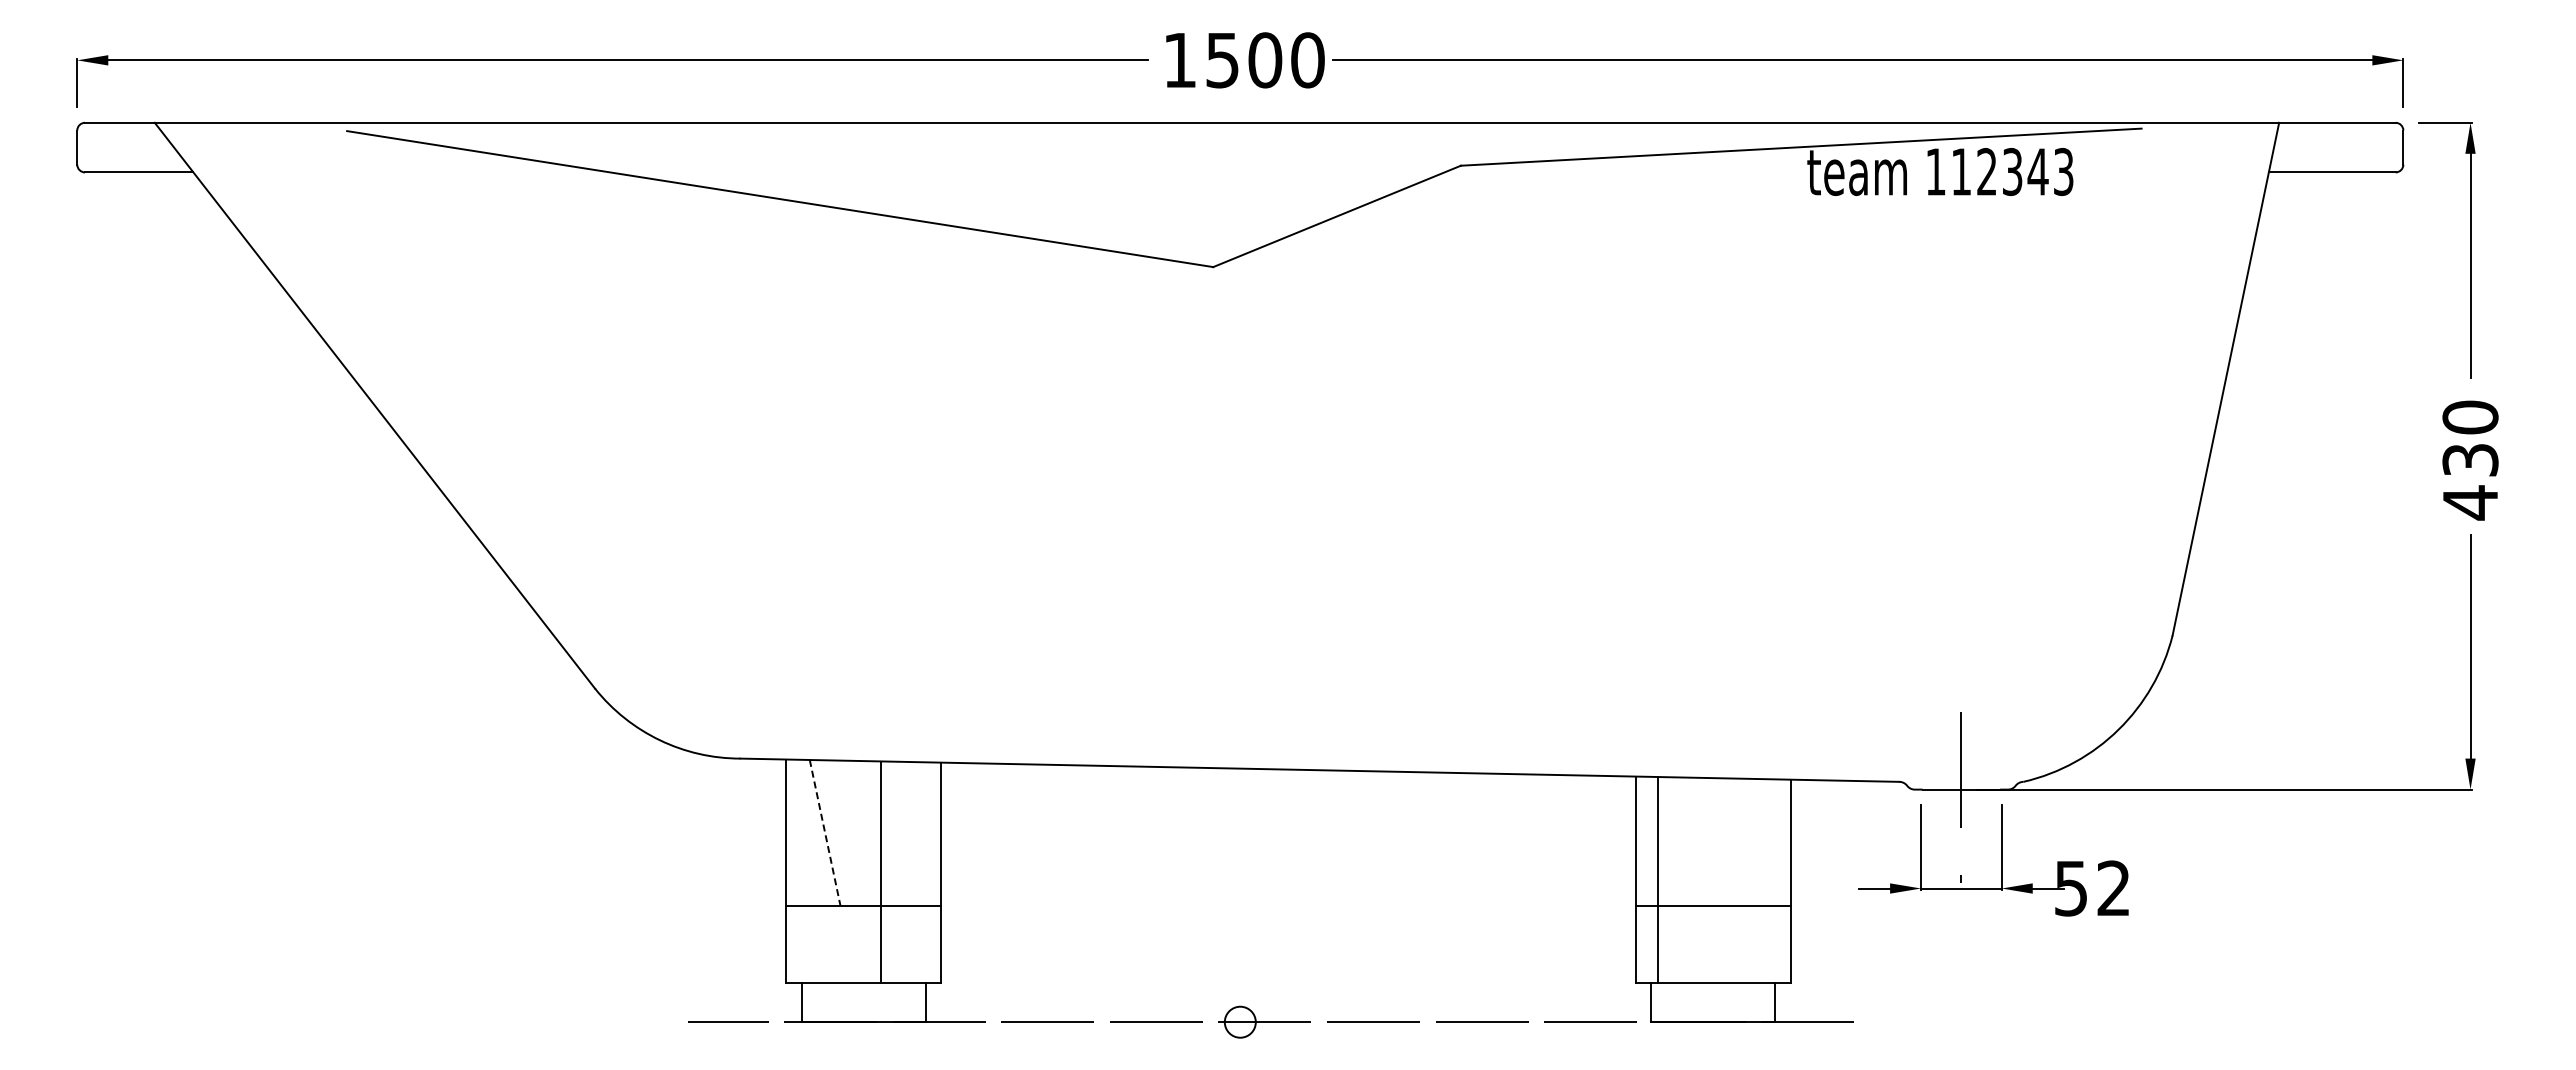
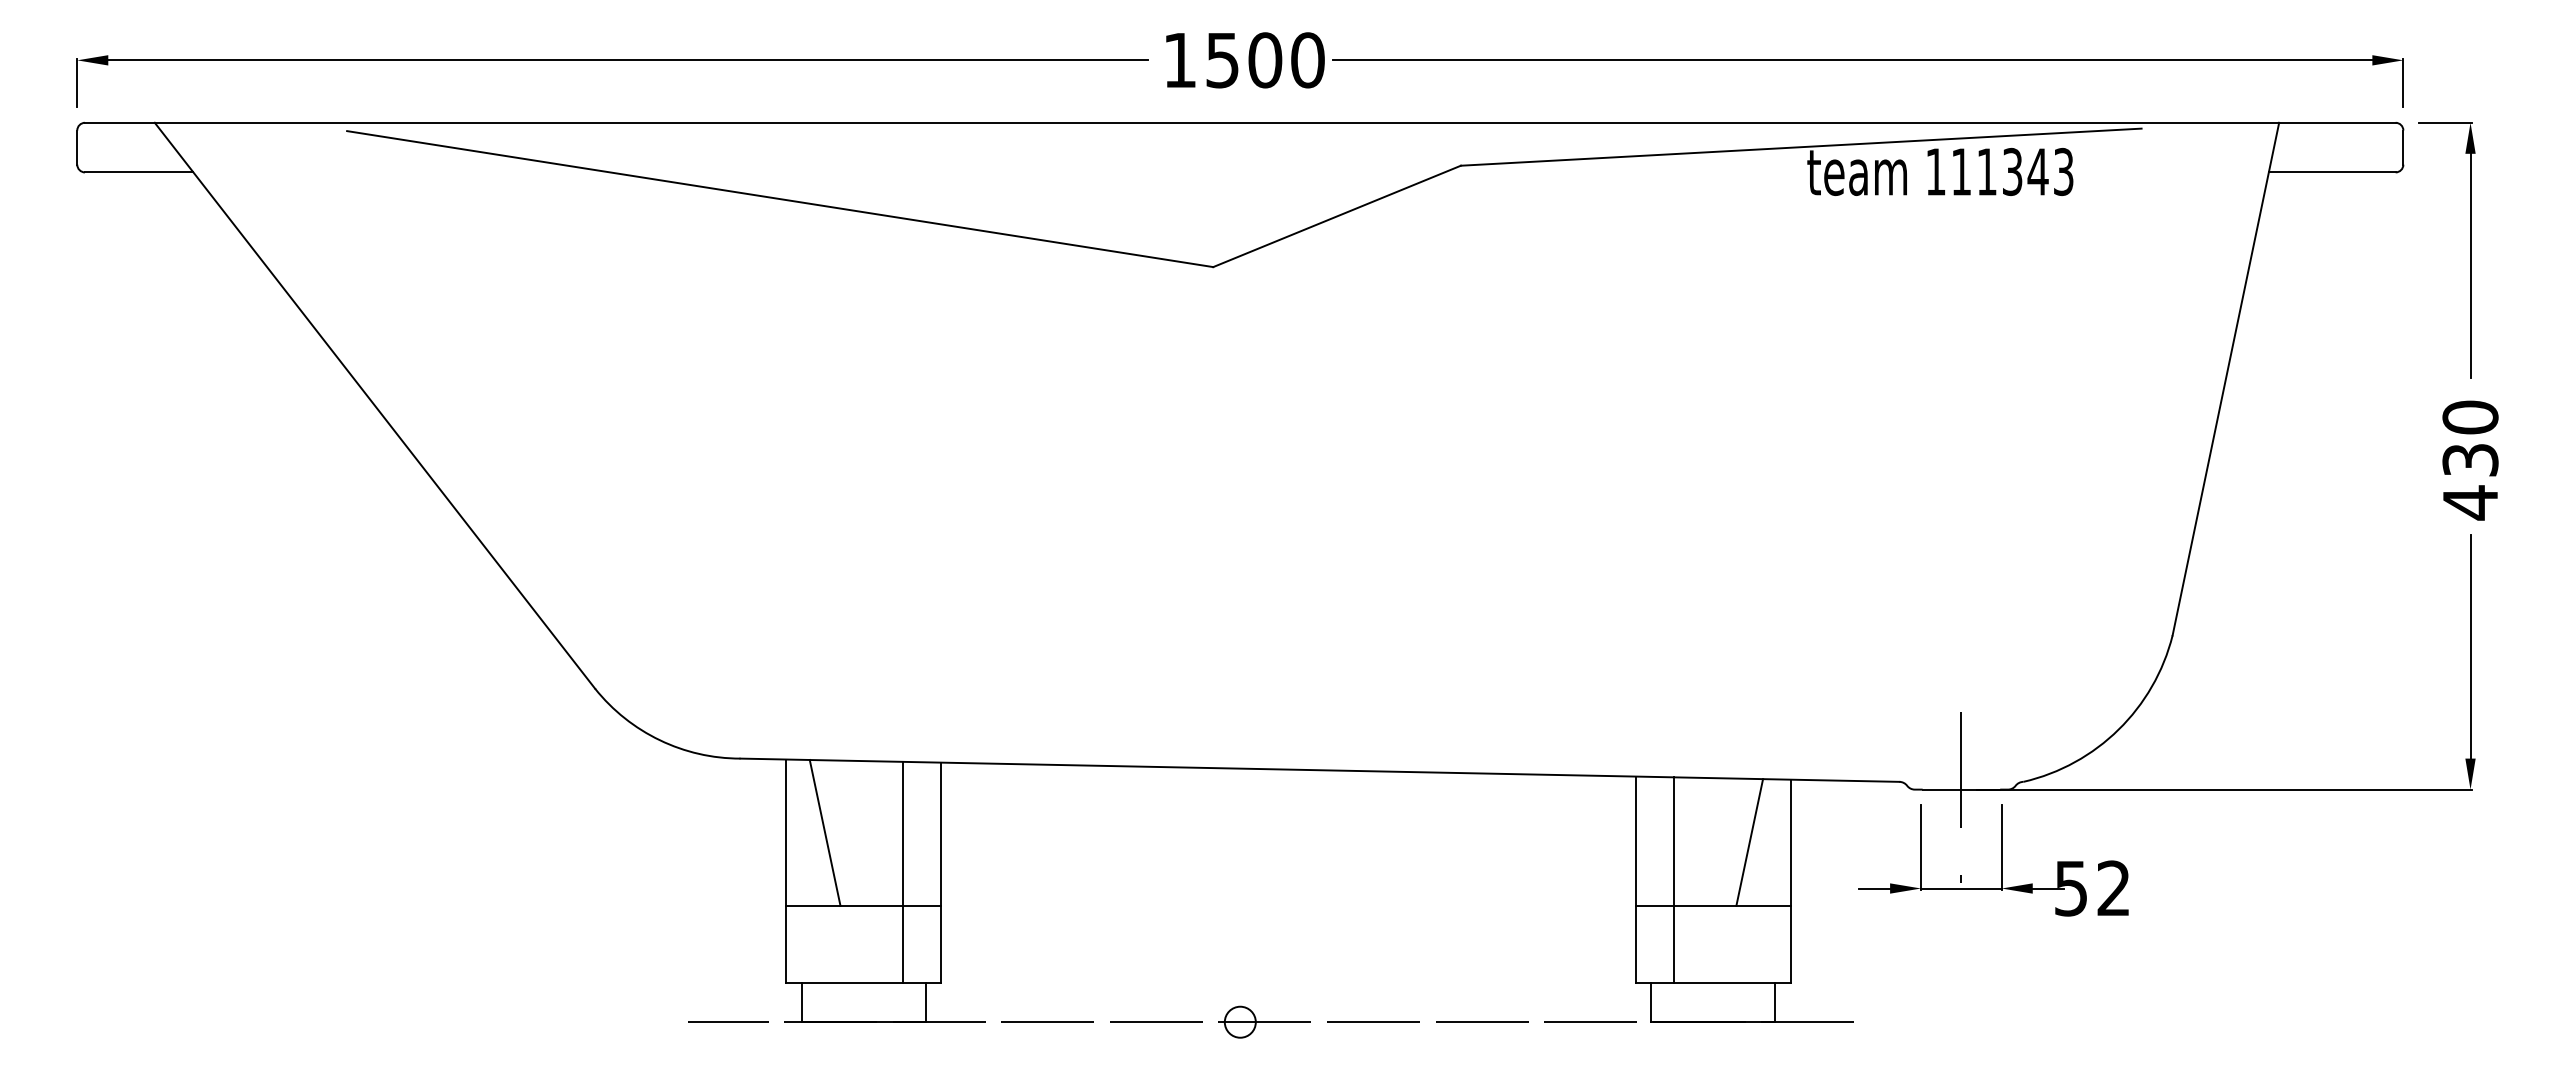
text at (1986, 171): 112343 -> 111343
line at (825, 832): dashed -> solid
line at (1749, 842): none -> present
line at (880, 872) position: (880, 872) -> (902, 872)
line at (1658, 880) position: (1658, 880) -> (1674, 880)
